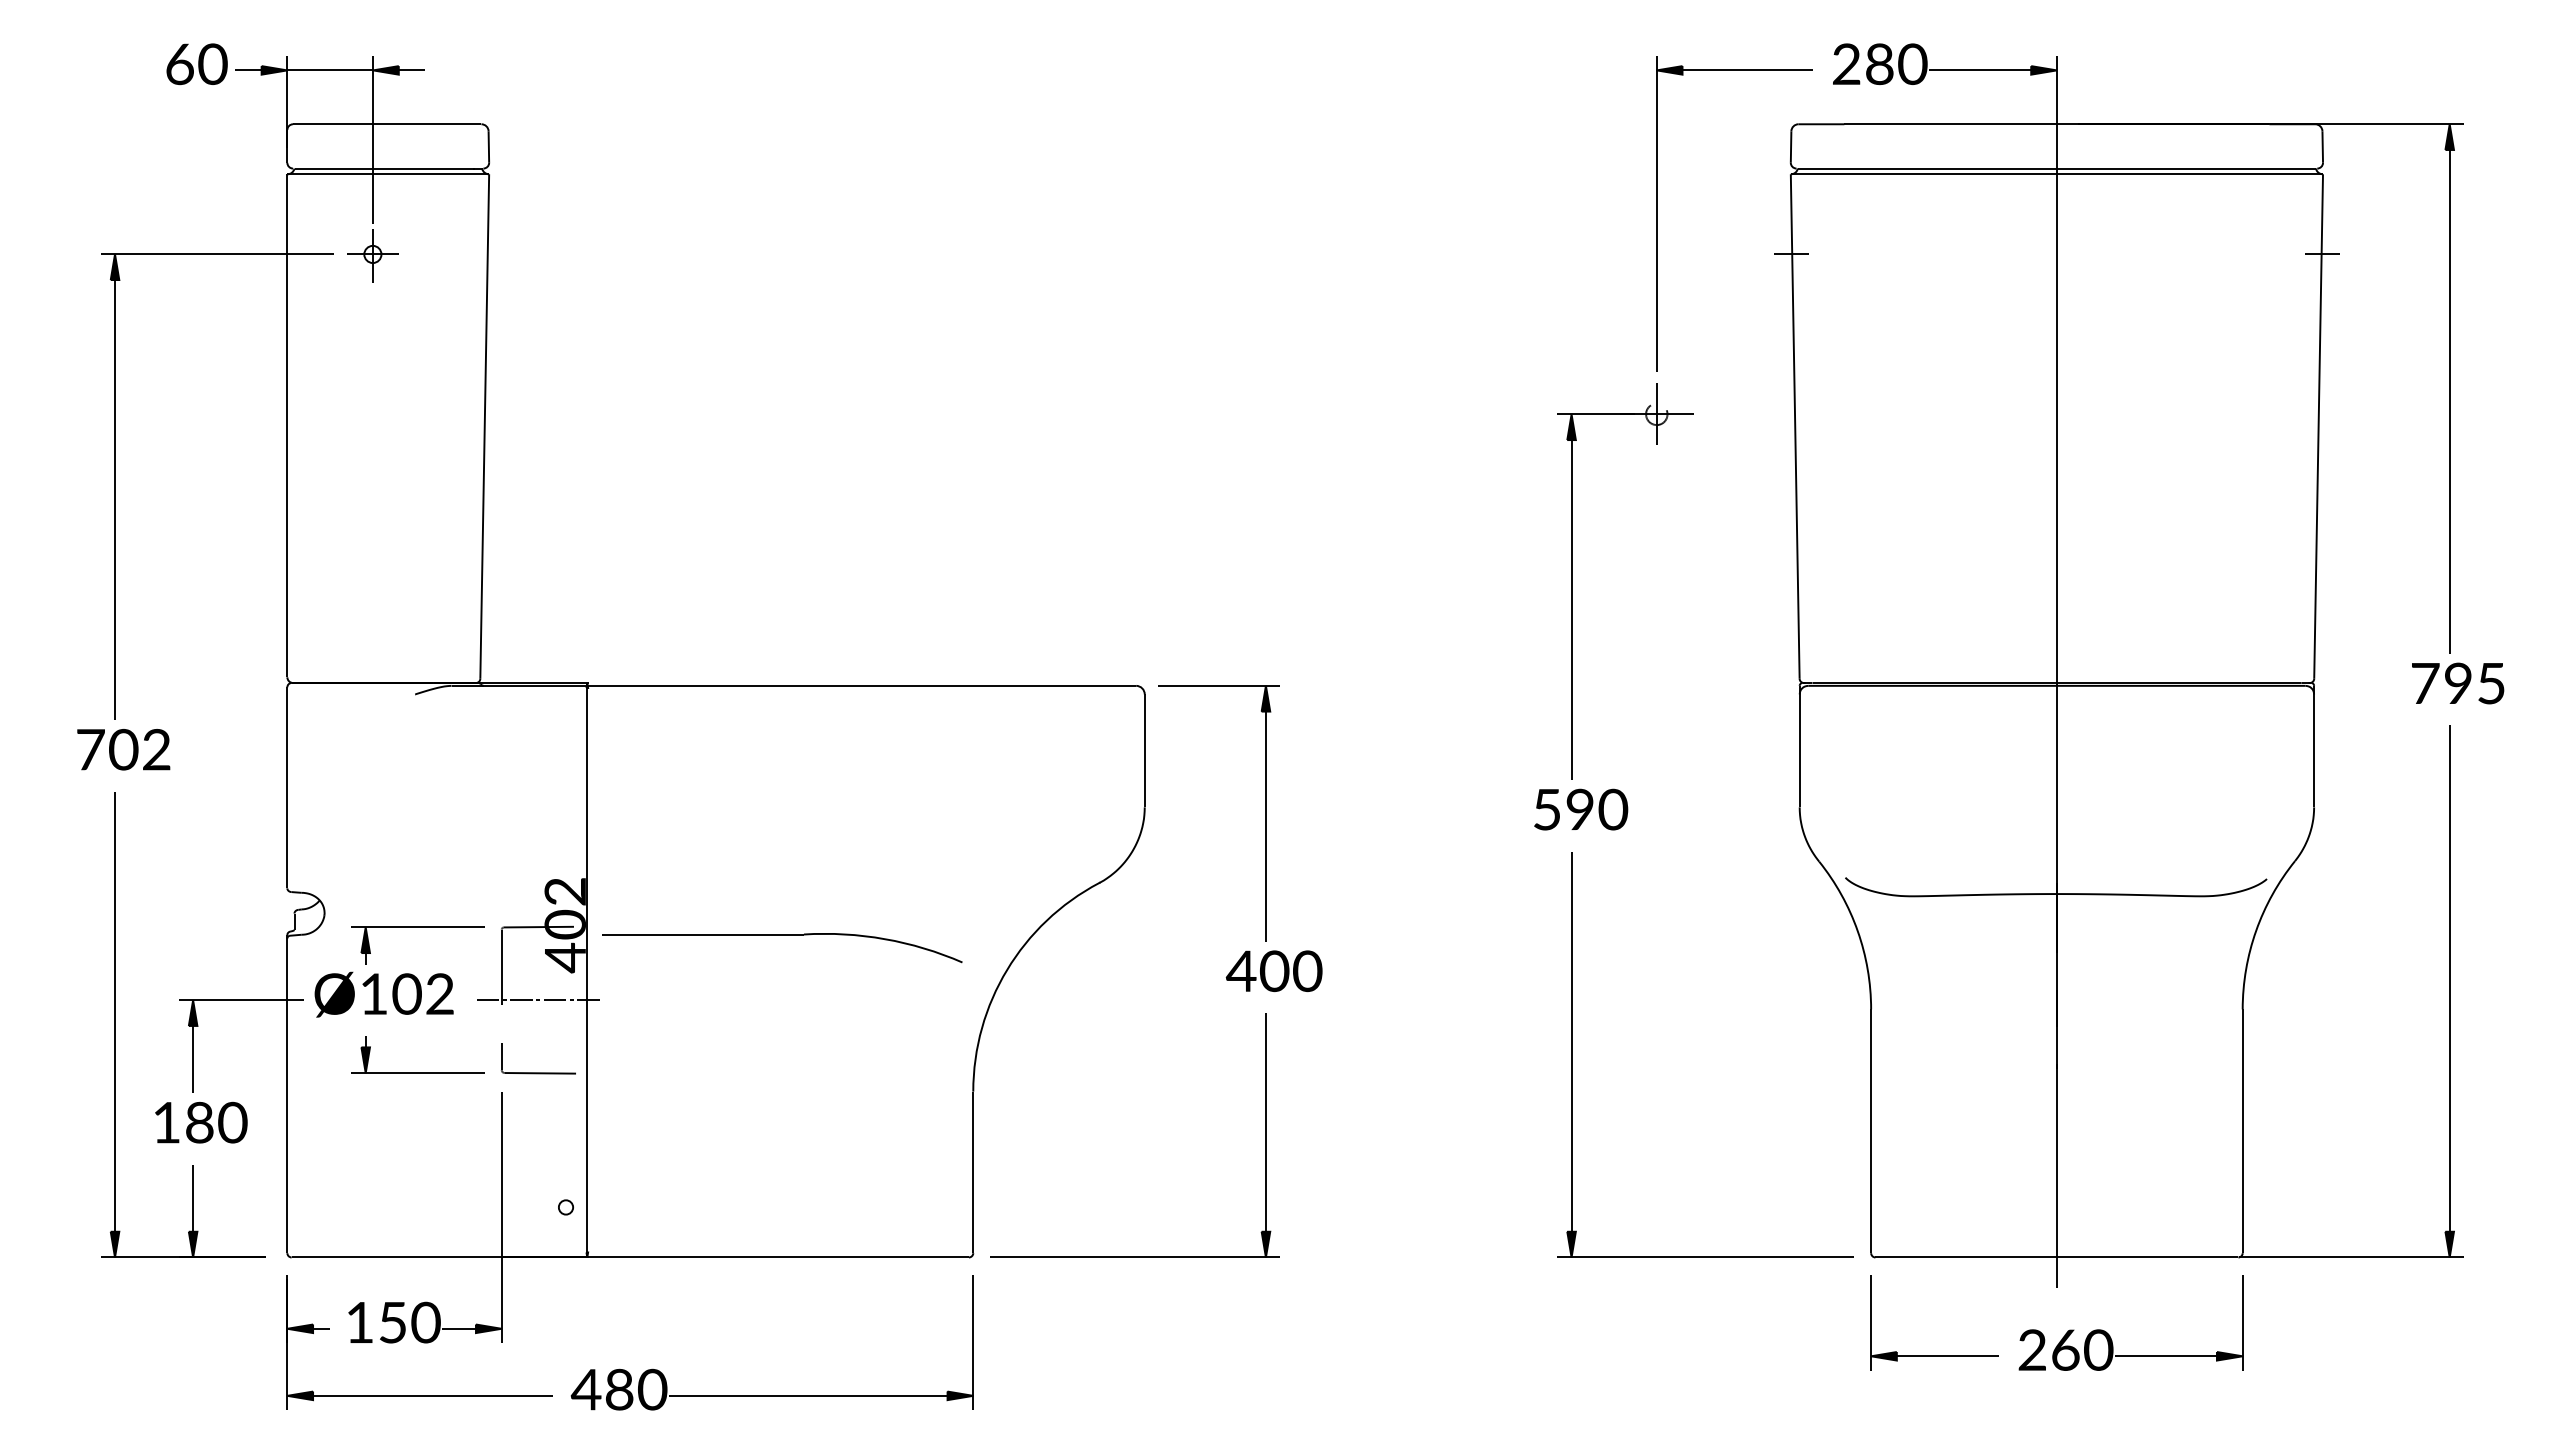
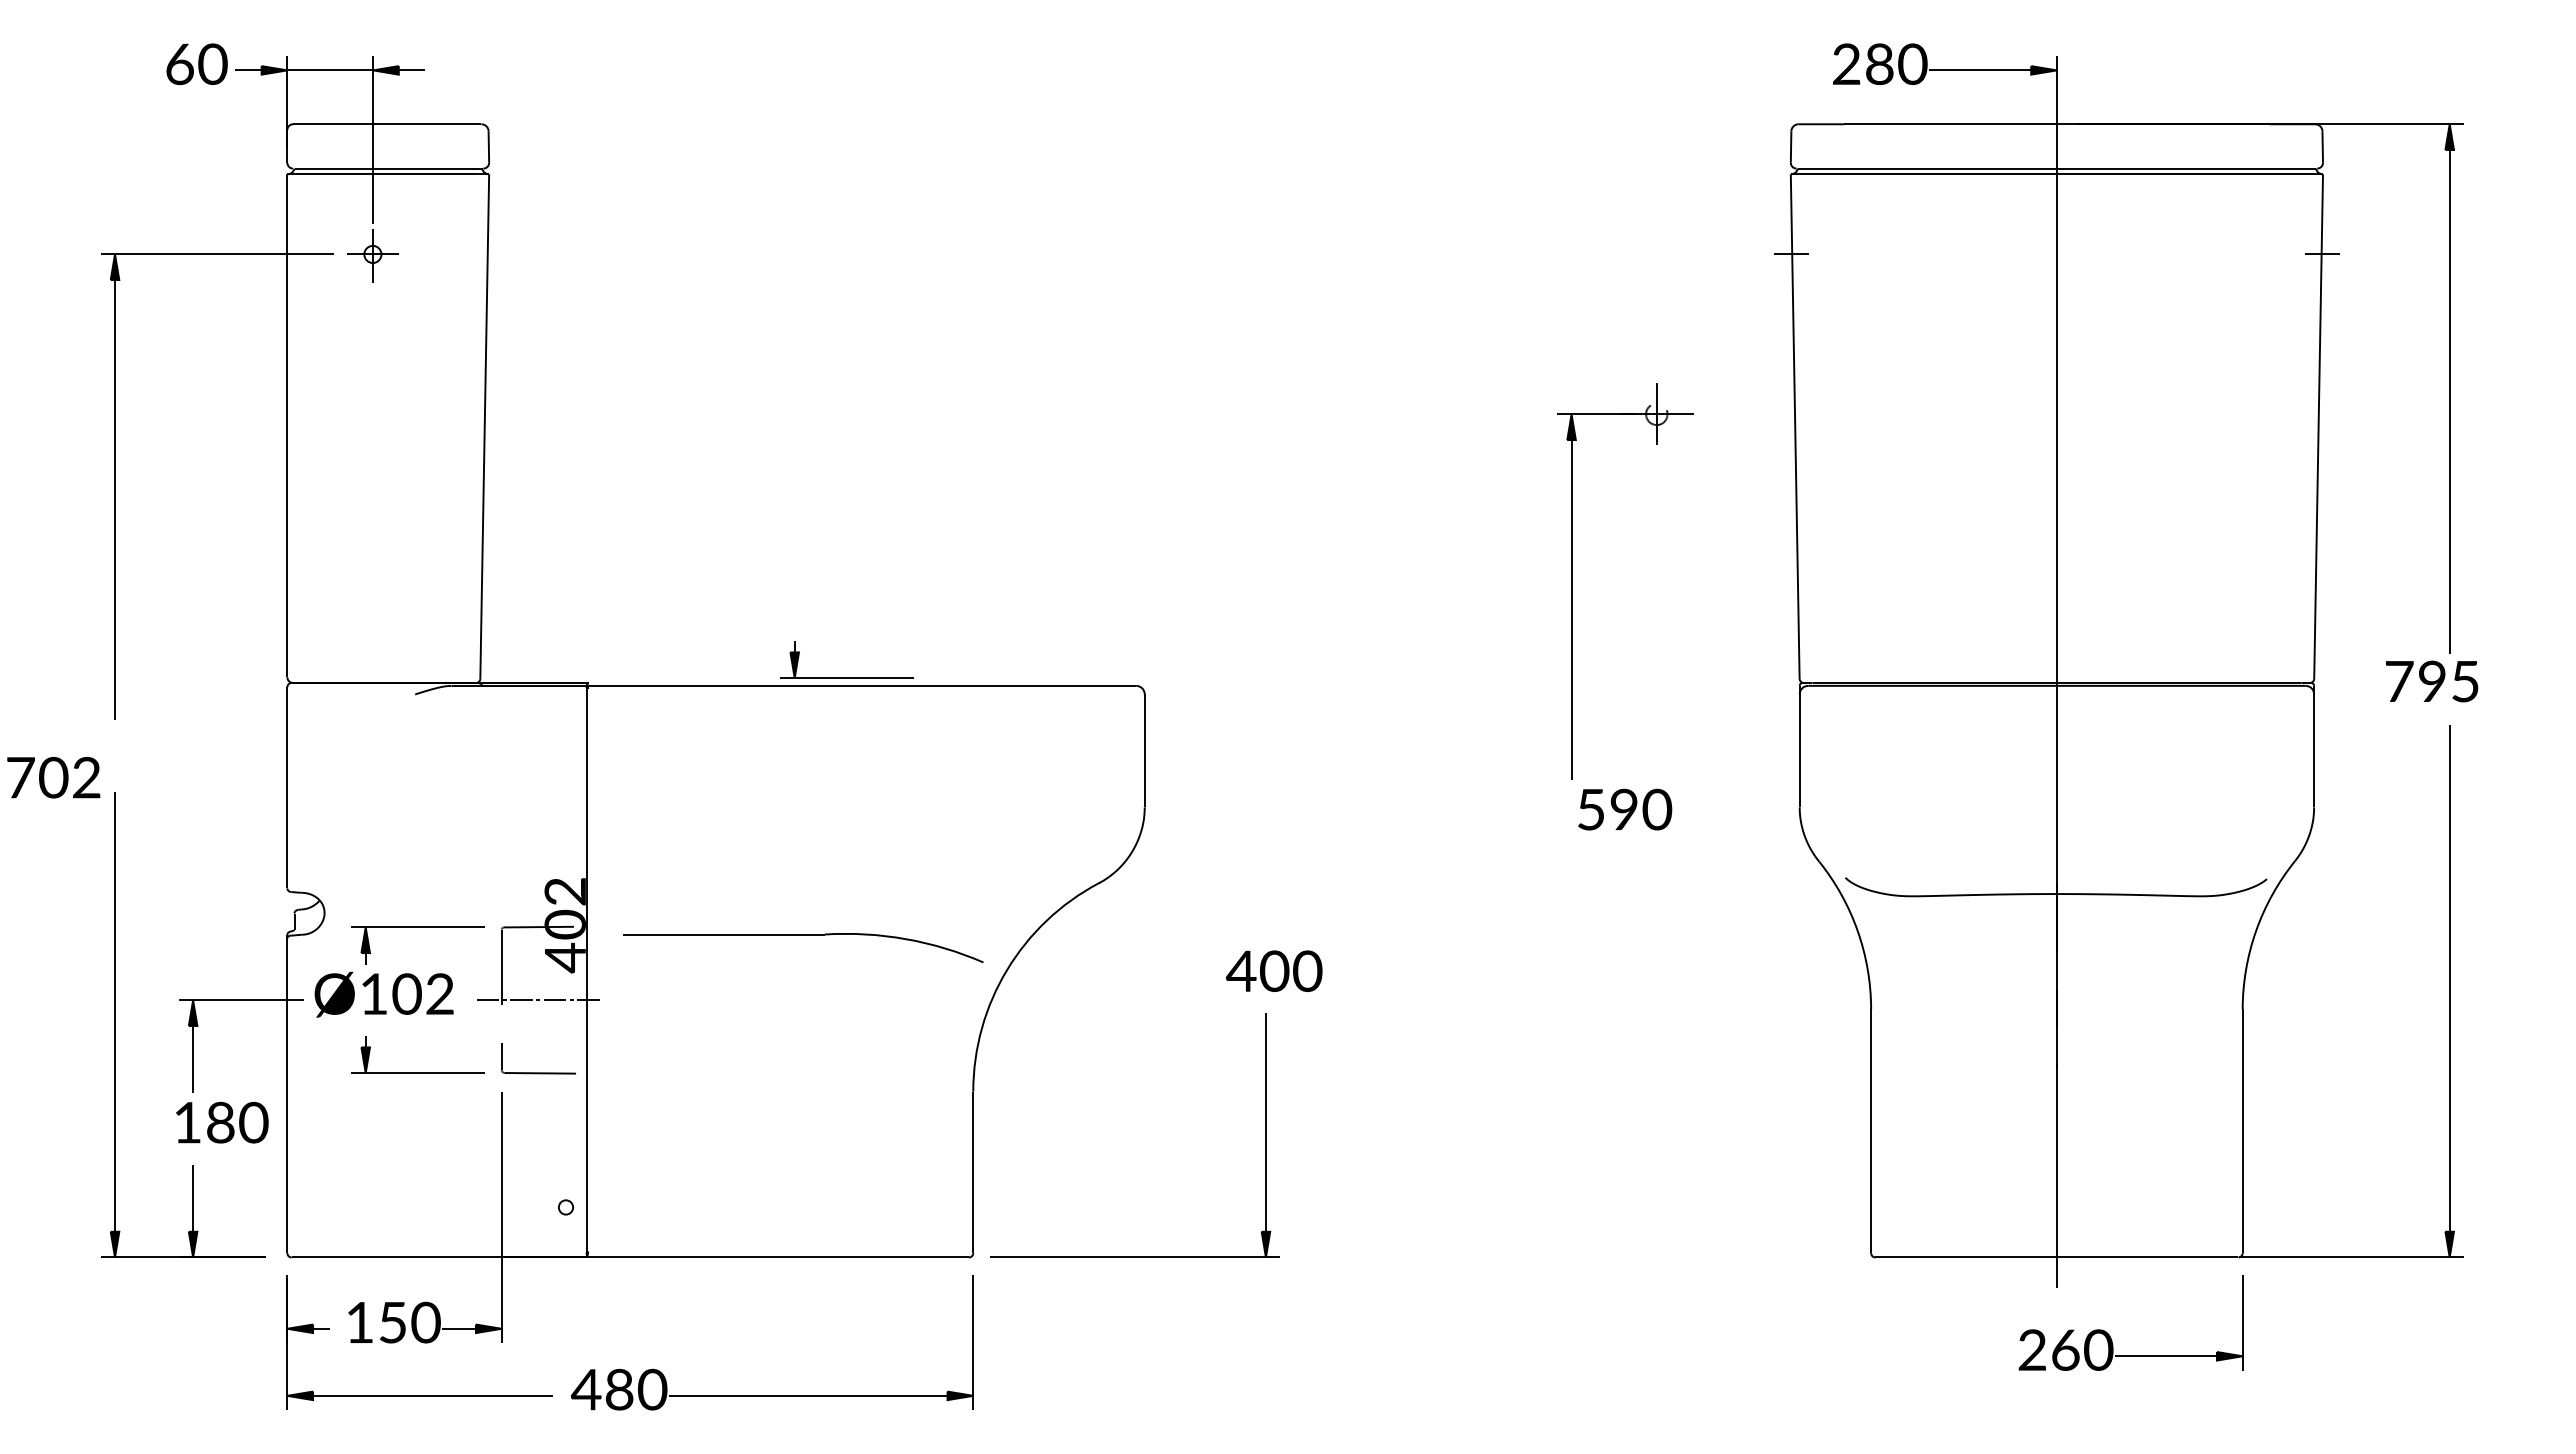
part at (1657, 213): present -> none
part at (846, 677): none -> present
text at (2458, 683) position: (2458, 683) -> (2432, 681)
text at (123, 749) position: (123, 749) -> (53, 777)
text at (1581, 809) position: (1581, 809) -> (1625, 809)
part at (1265, 813): present -> none
part at (782, 935) position: (782, 935) -> (803, 935)
part at (1572, 1054): present -> none
text at (201, 1122) position: (201, 1122) -> (222, 1122)
part at (1934, 1355): present -> none
